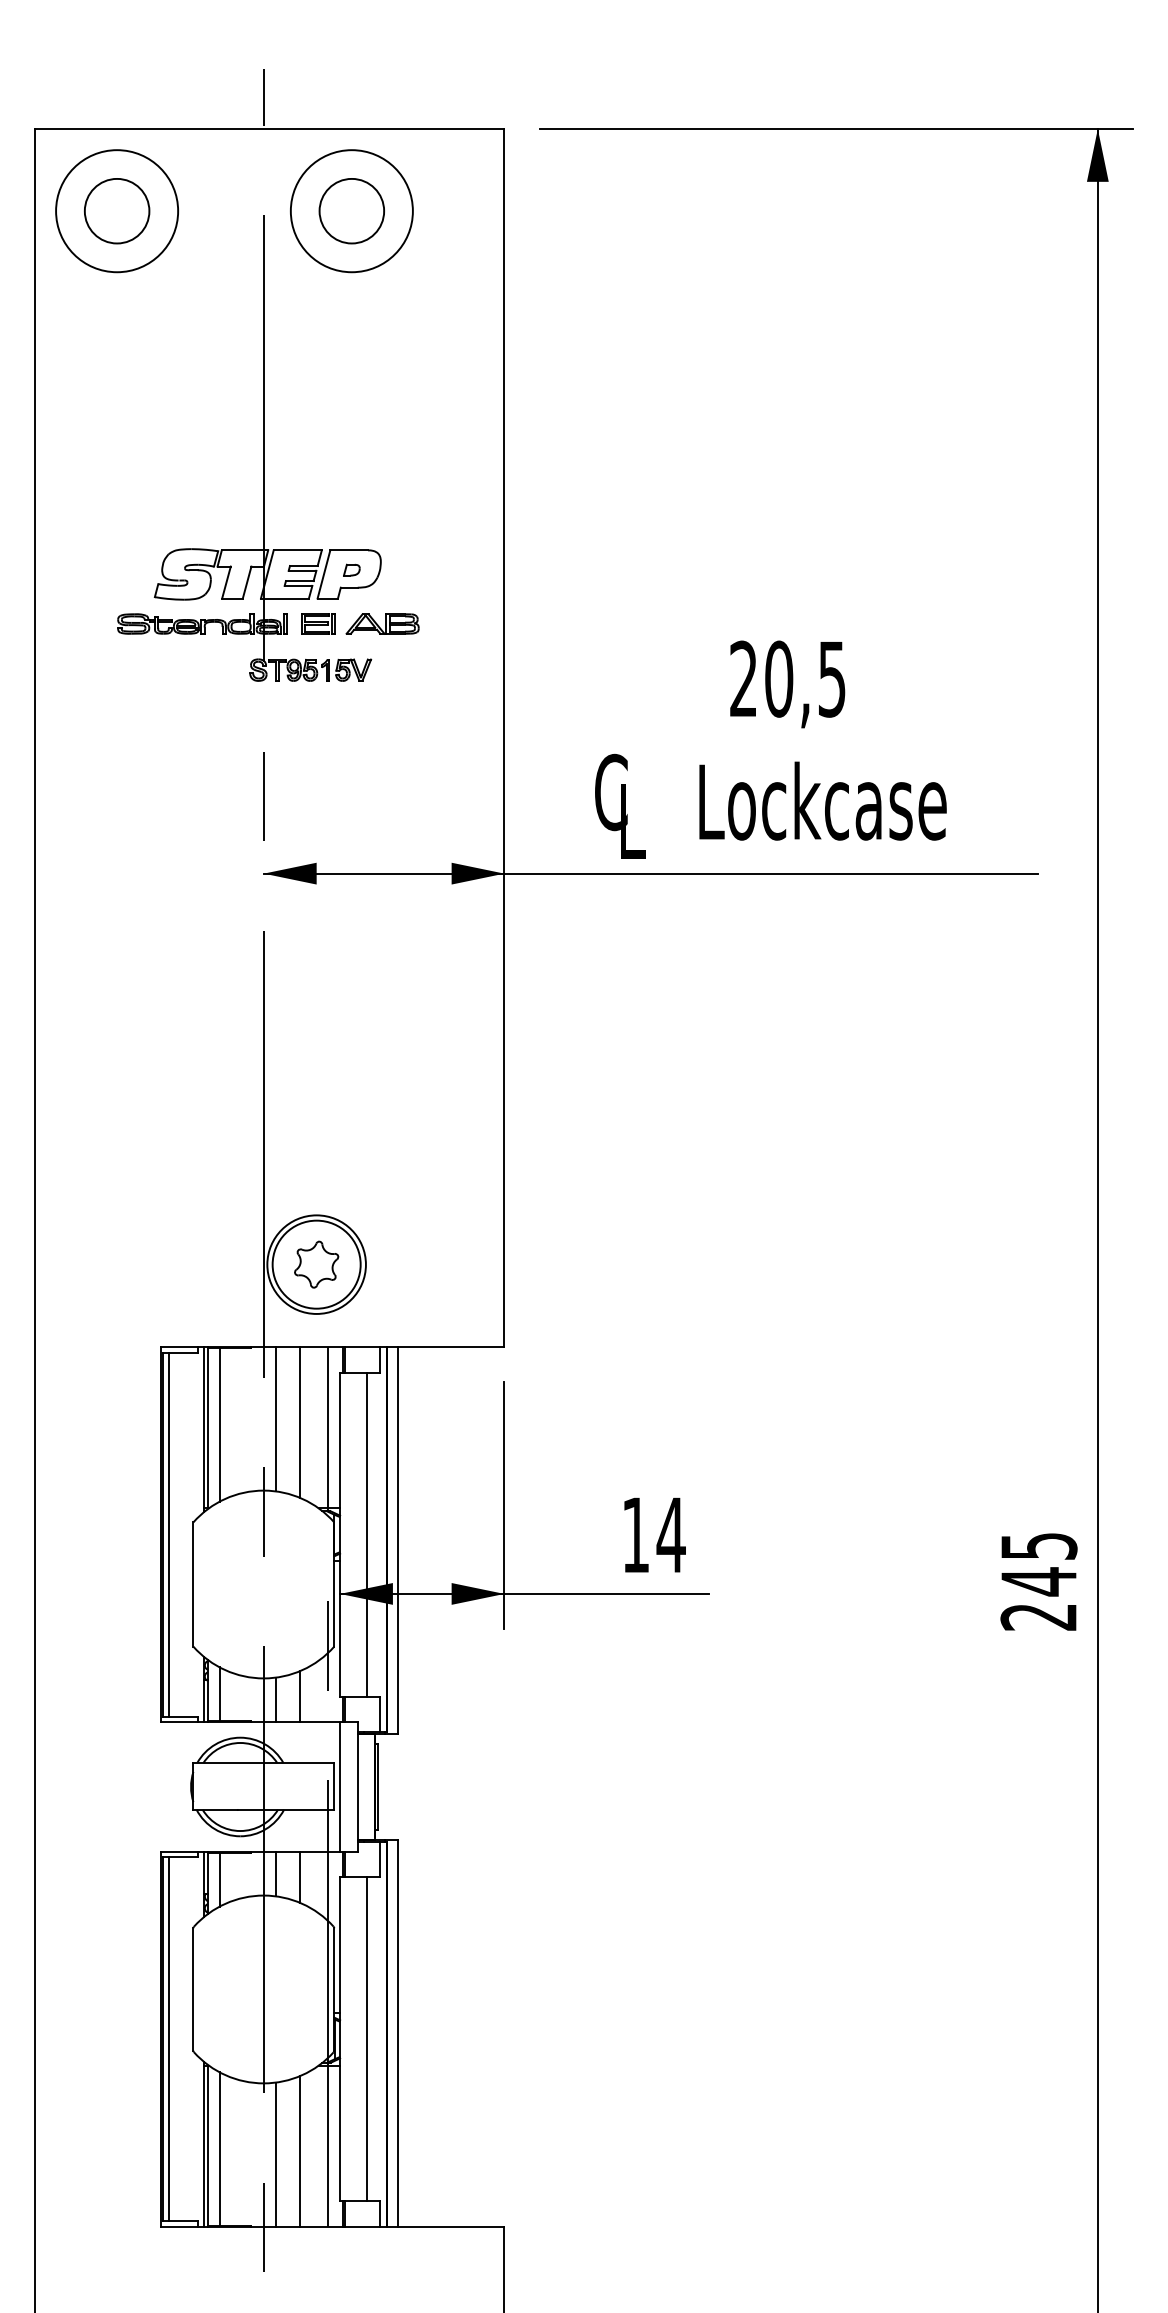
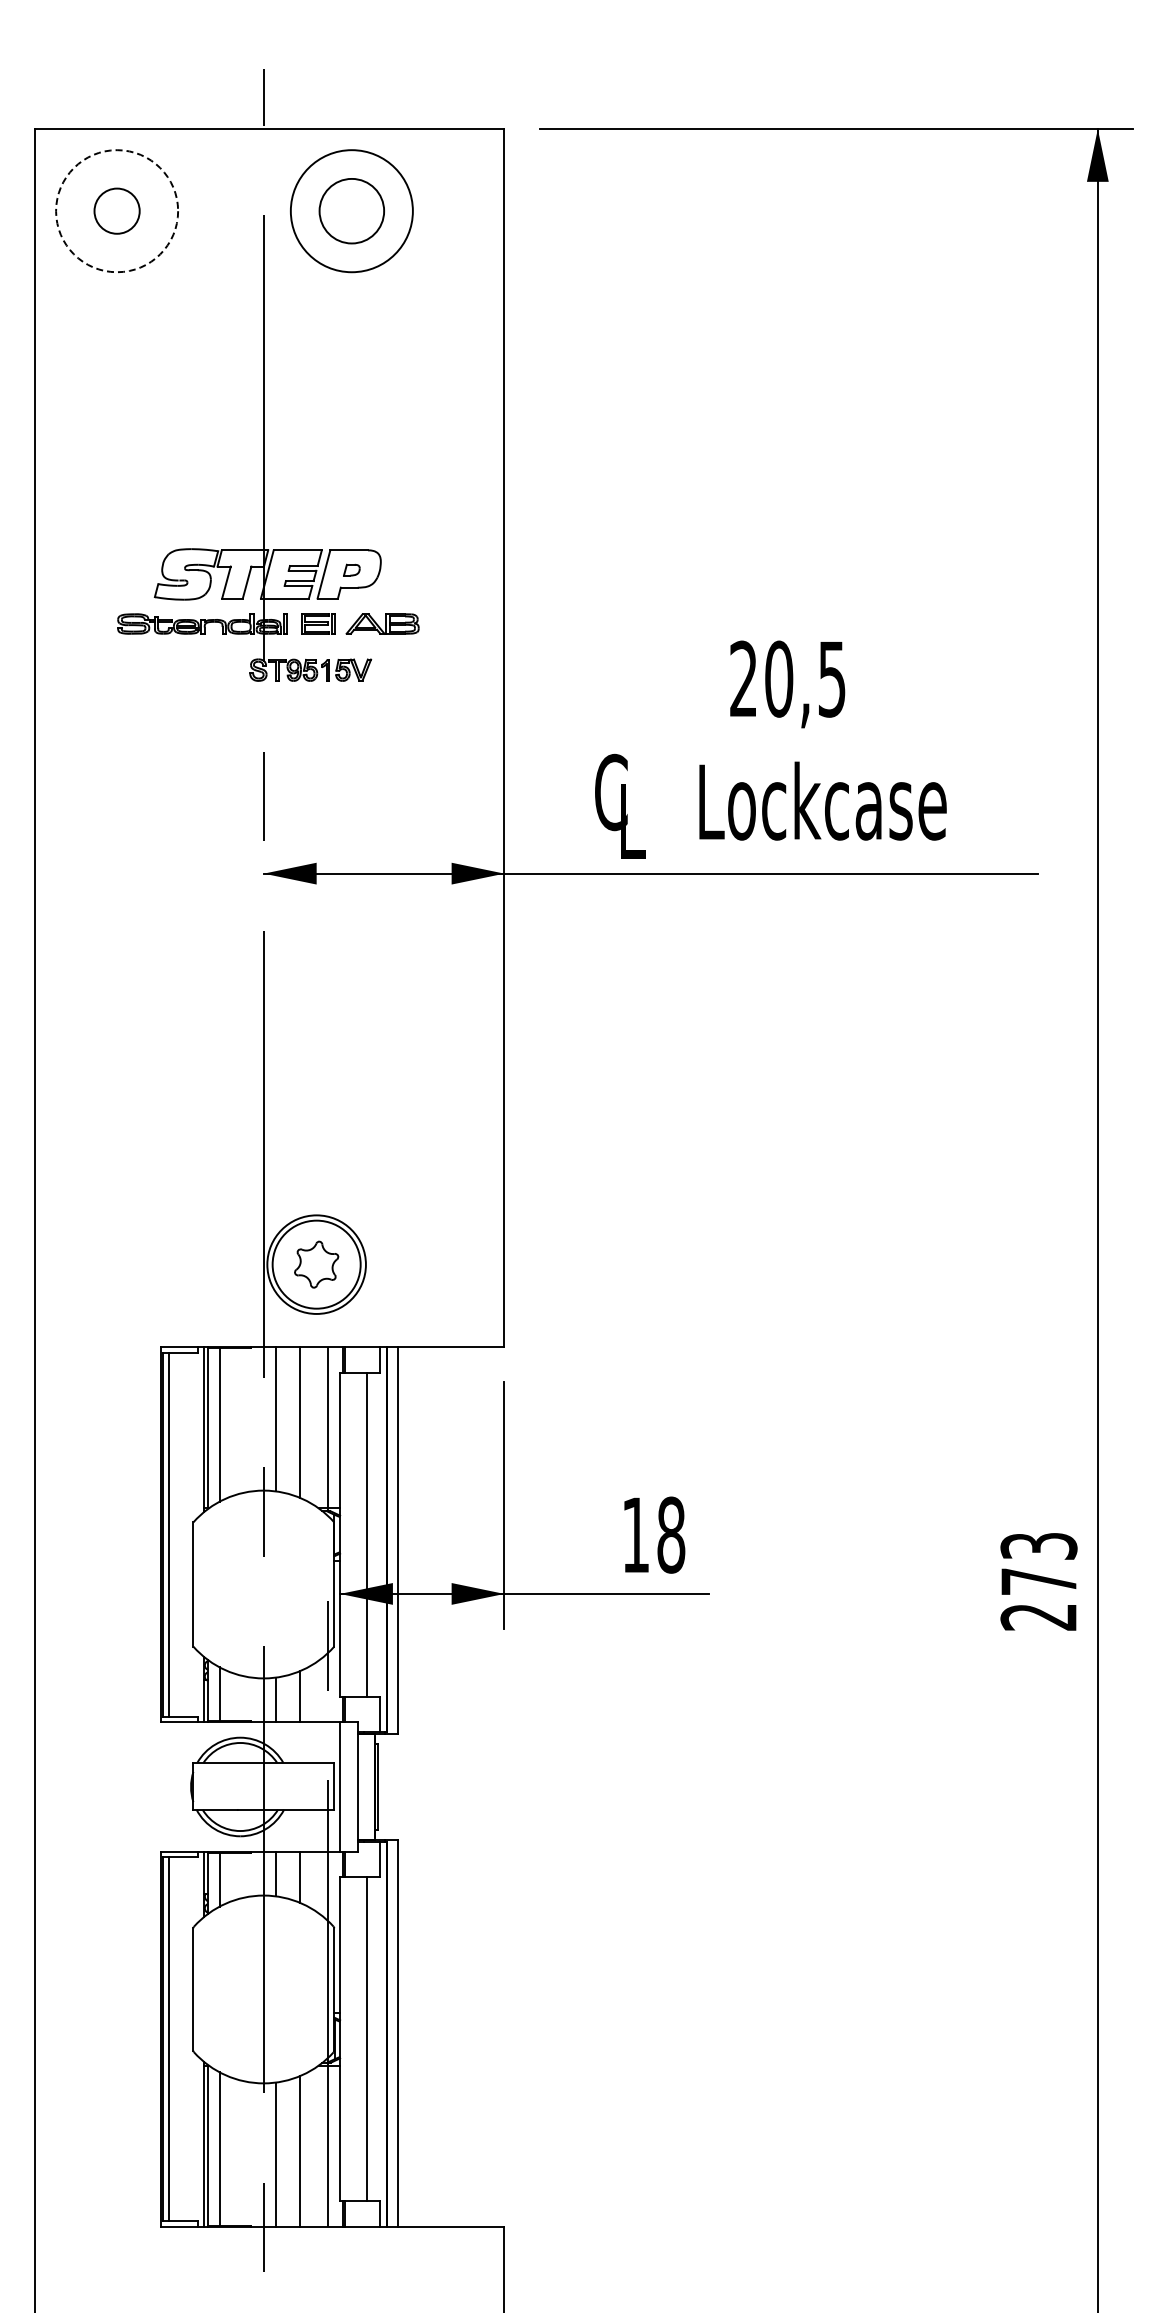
circle at (116, 210) diameter: 65 px -> 45 px
circle at (117, 211): solid -> dashed
text at (670, 1534): 14 -> 18
text at (1038, 1564): 245 -> 273
